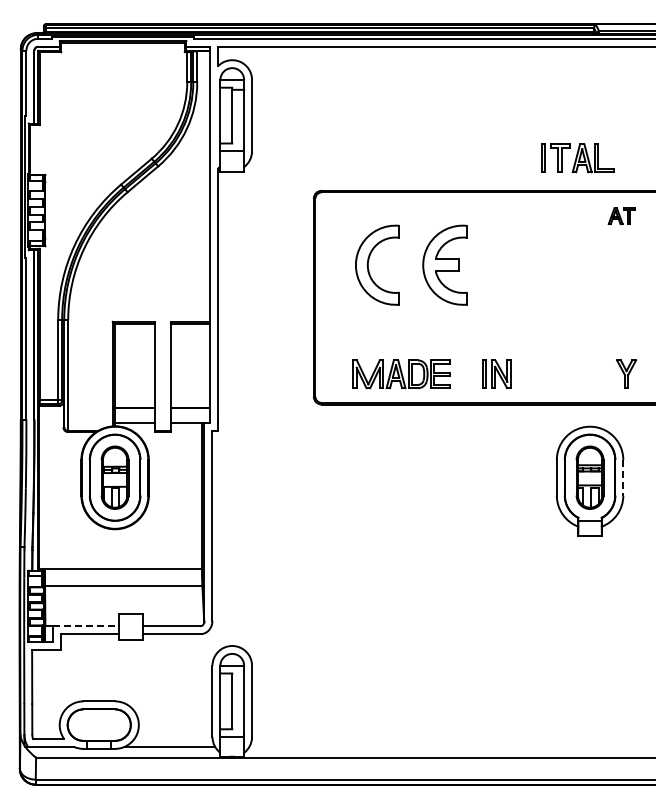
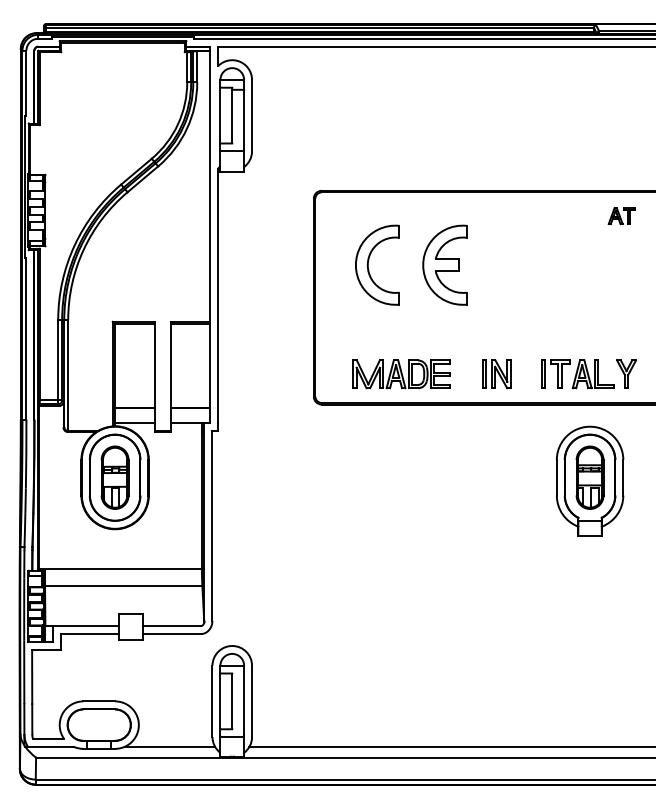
part at (577, 158) position: (577, 158) -> (577, 374)
line at (623, 477): dashed -> solid
line at (86, 626): dashed -> solid
line at (450, 746): none -> present
